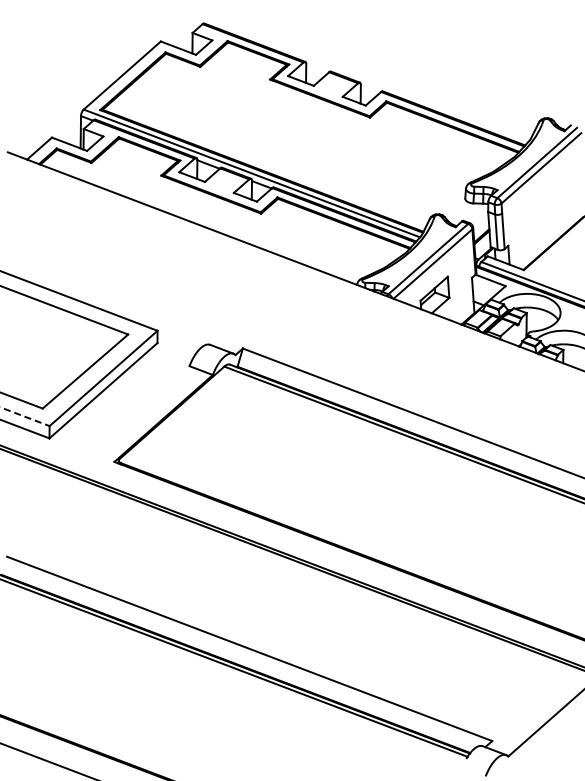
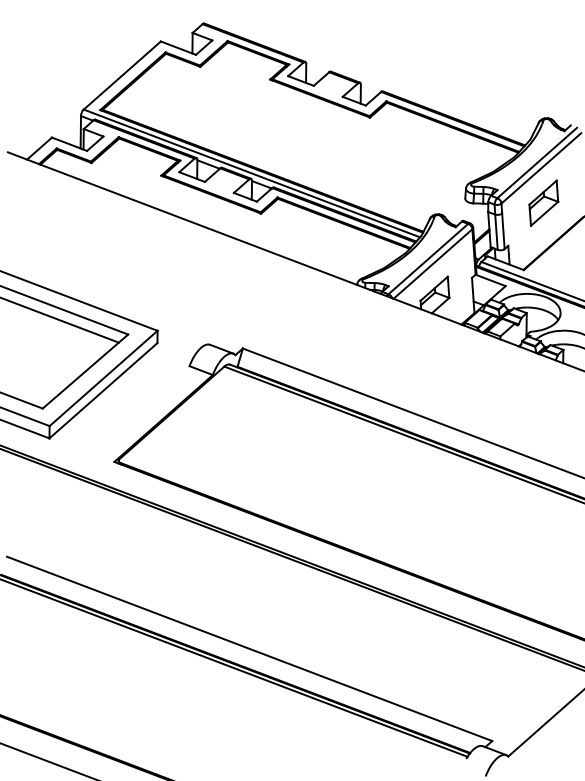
part at (543, 202): none -> present
line at (60, 320): none -> present
line at (25, 416): dashed -> solid
